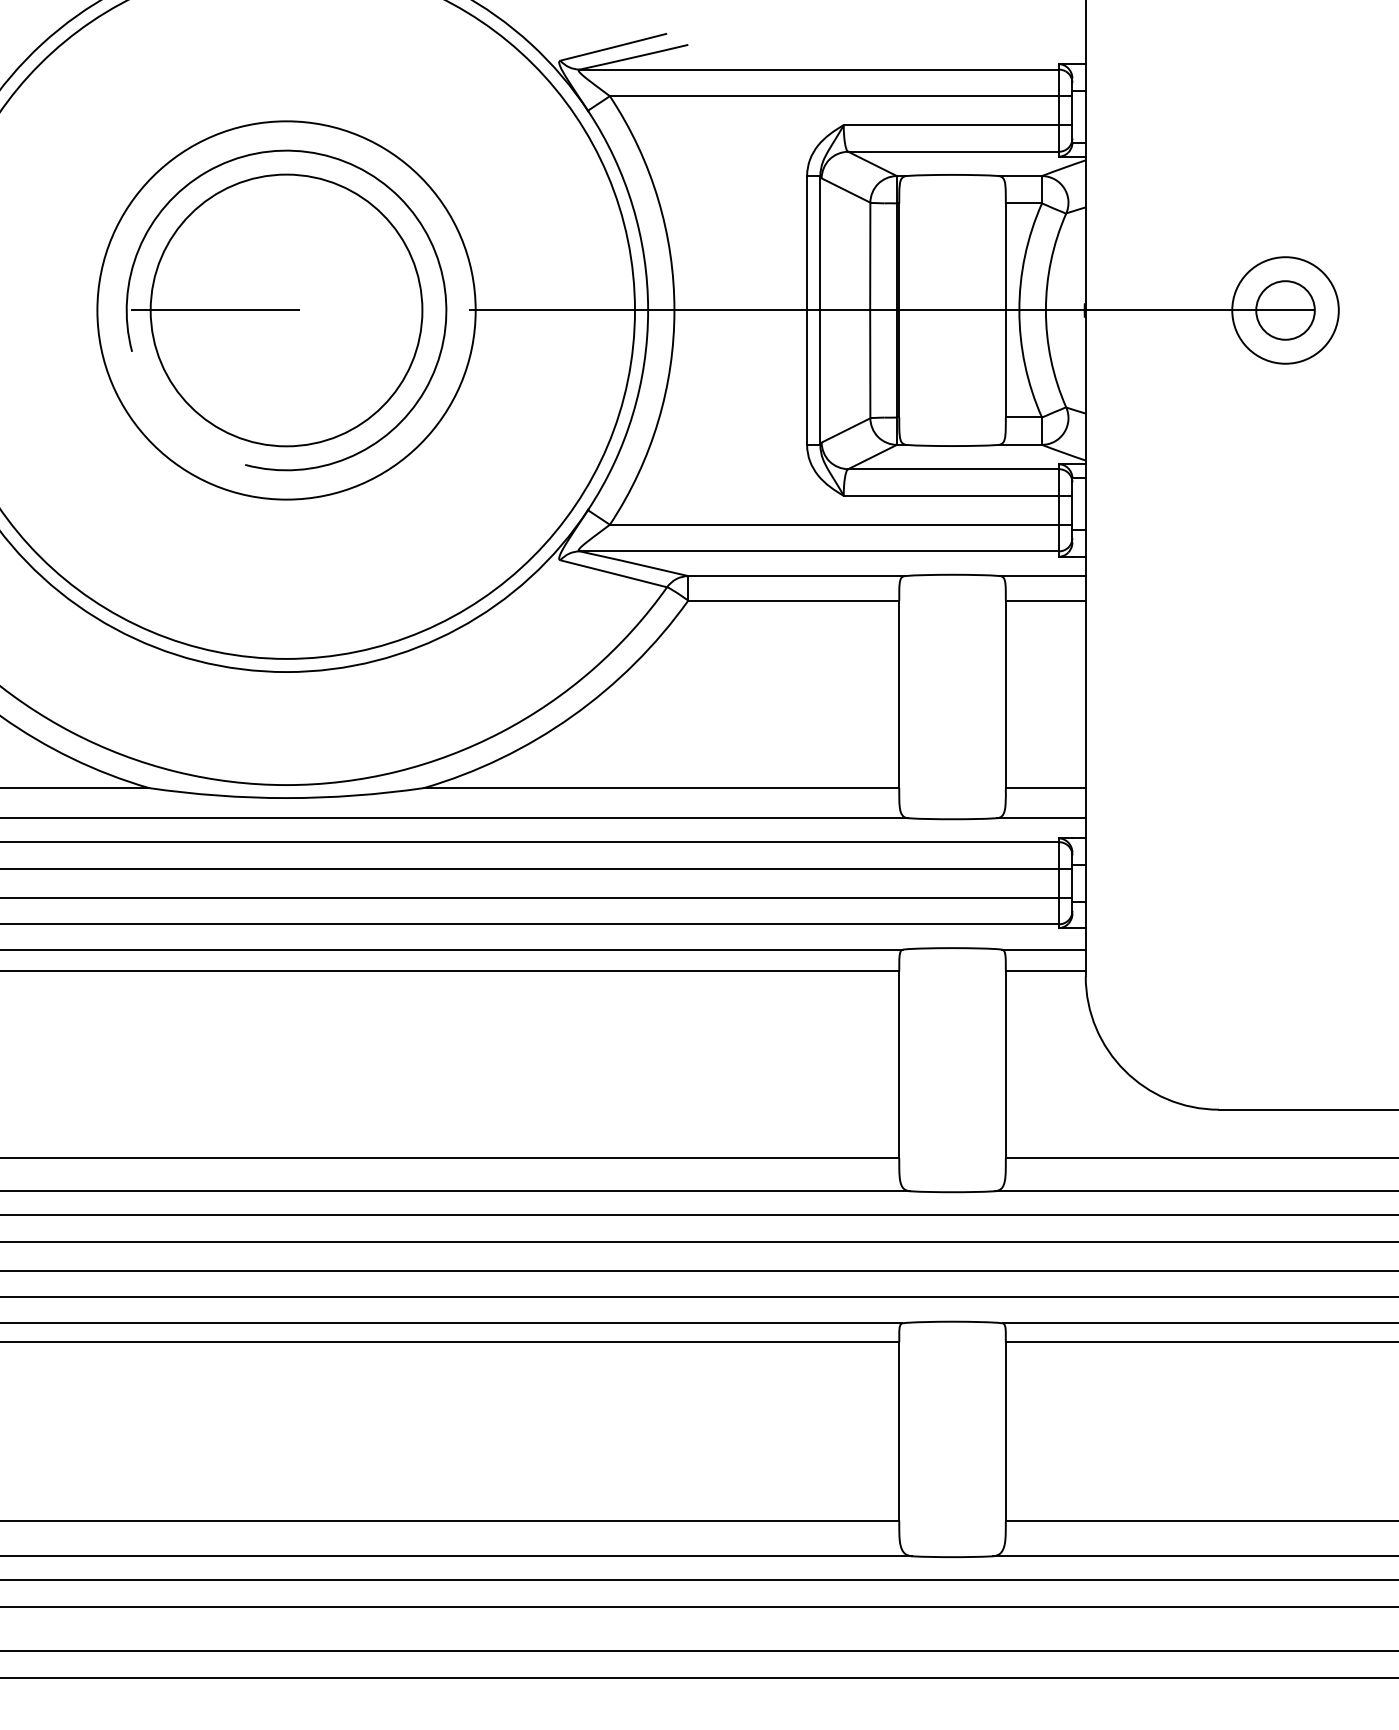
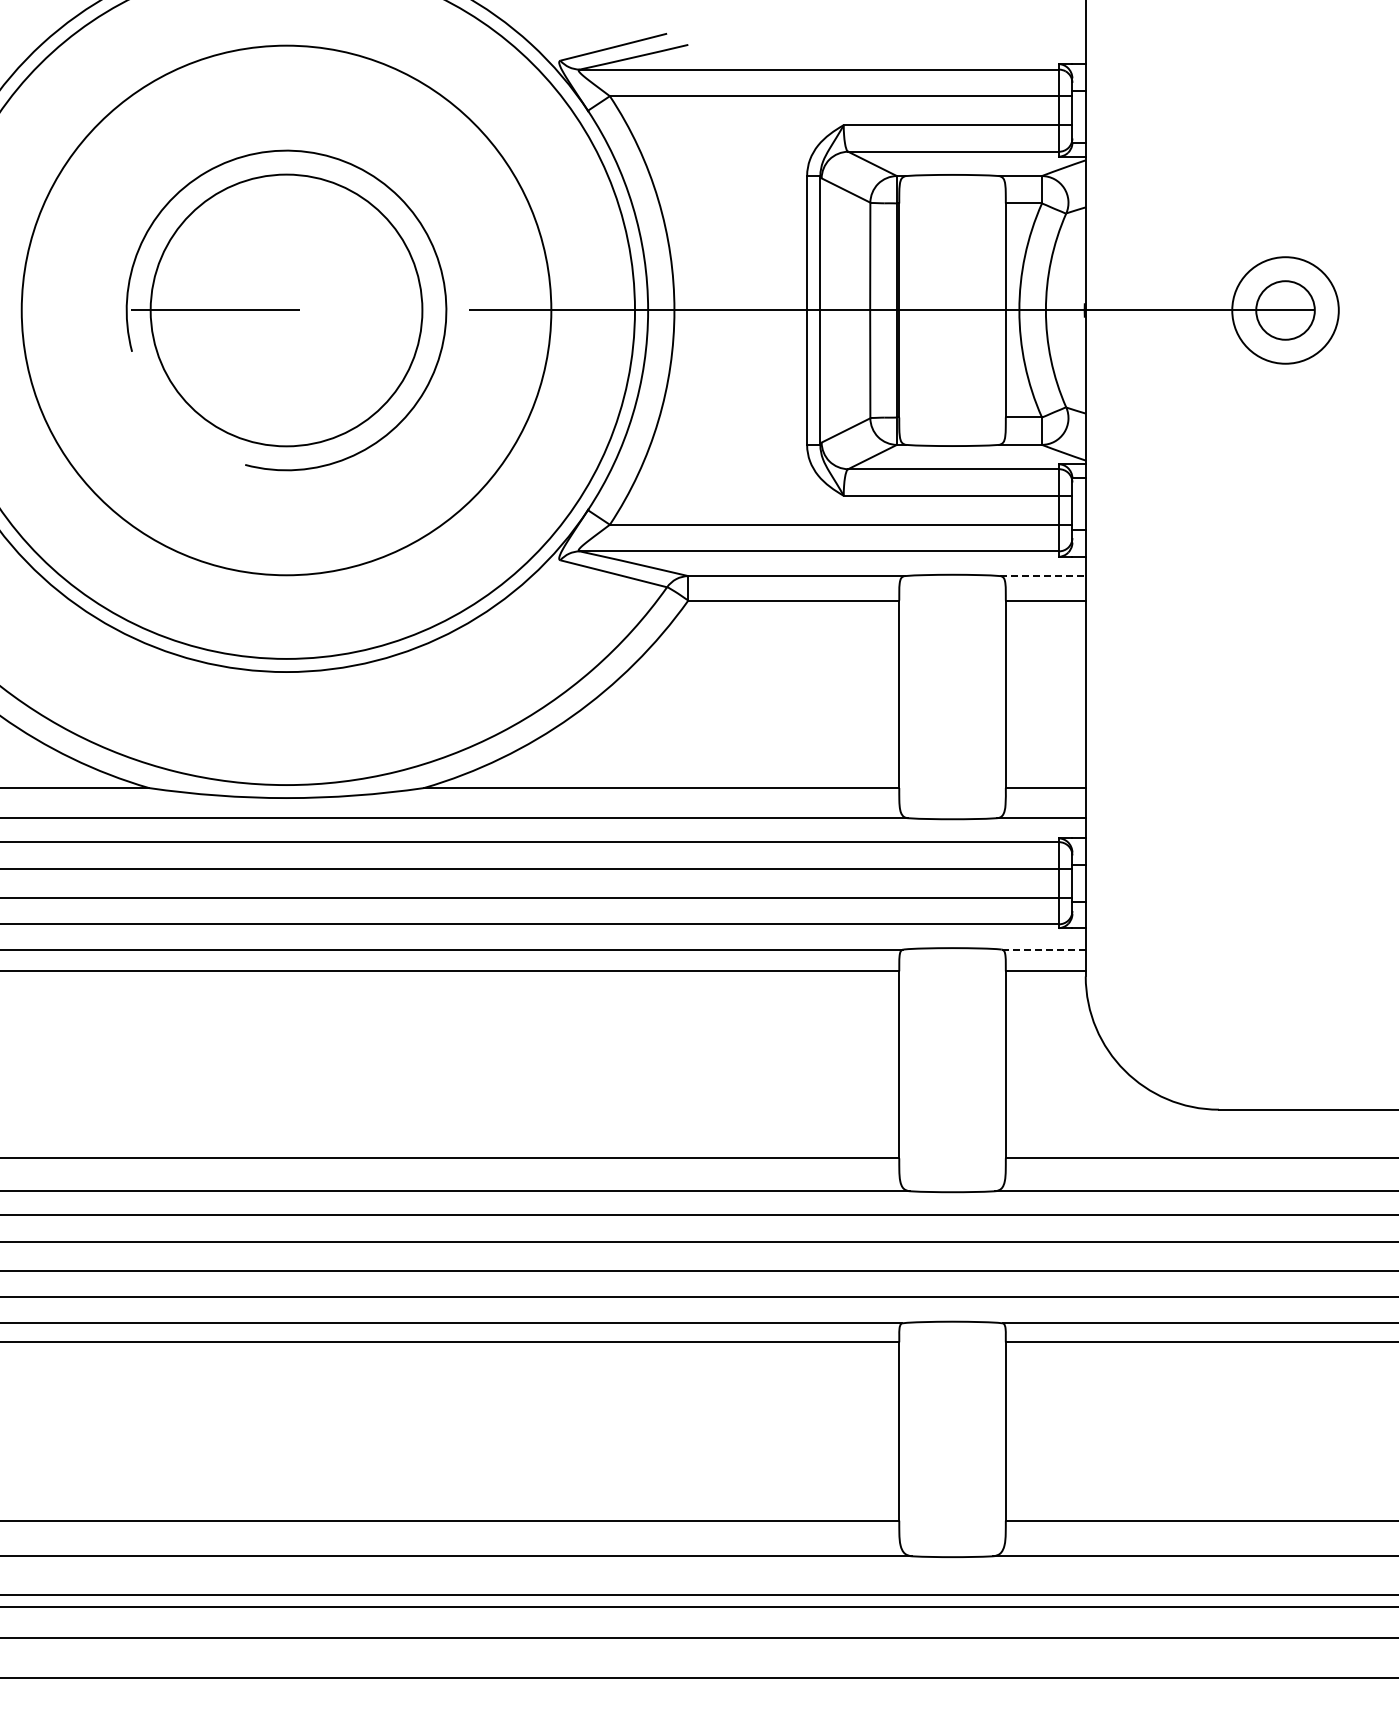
circle at (286, 310) diameter: 378 px -> 530 px
line at (1043, 576): solid -> dashed
line at (1043, 949): solid -> dashed
line at (698, 1580) position: (698, 1580) -> (698, 1595)
line at (698, 1651) position: (698, 1651) -> (698, 1638)
